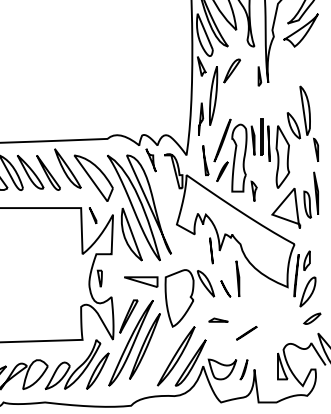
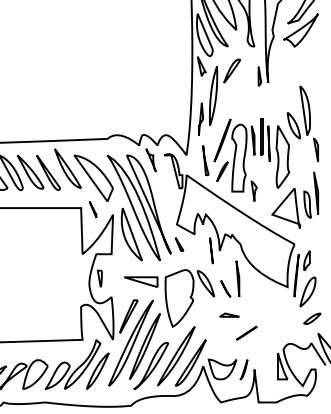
line at (92, 215) position: (92, 215) -> (92, 209)
part at (179, 244): none -> present
part at (218, 319) position: (218, 319) -> (229, 314)
part at (150, 365): none -> present
